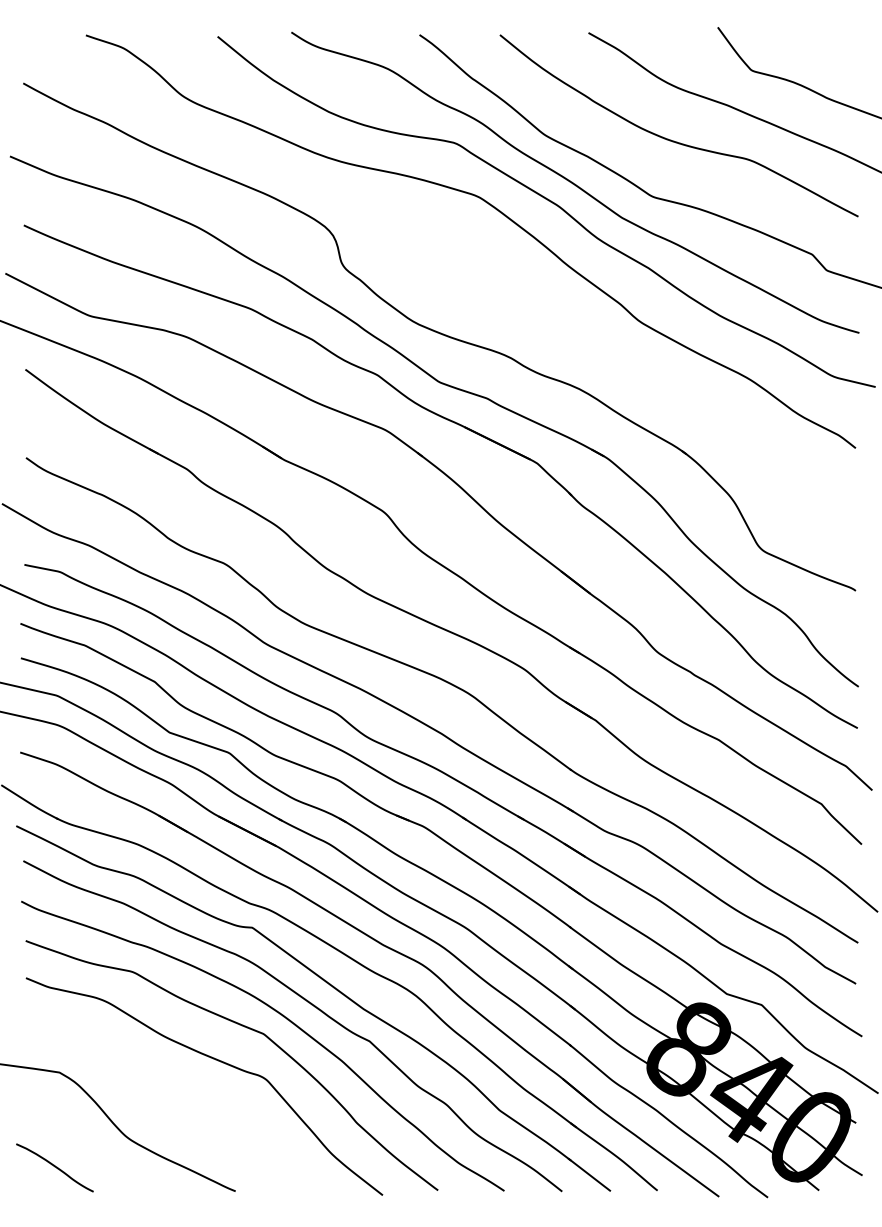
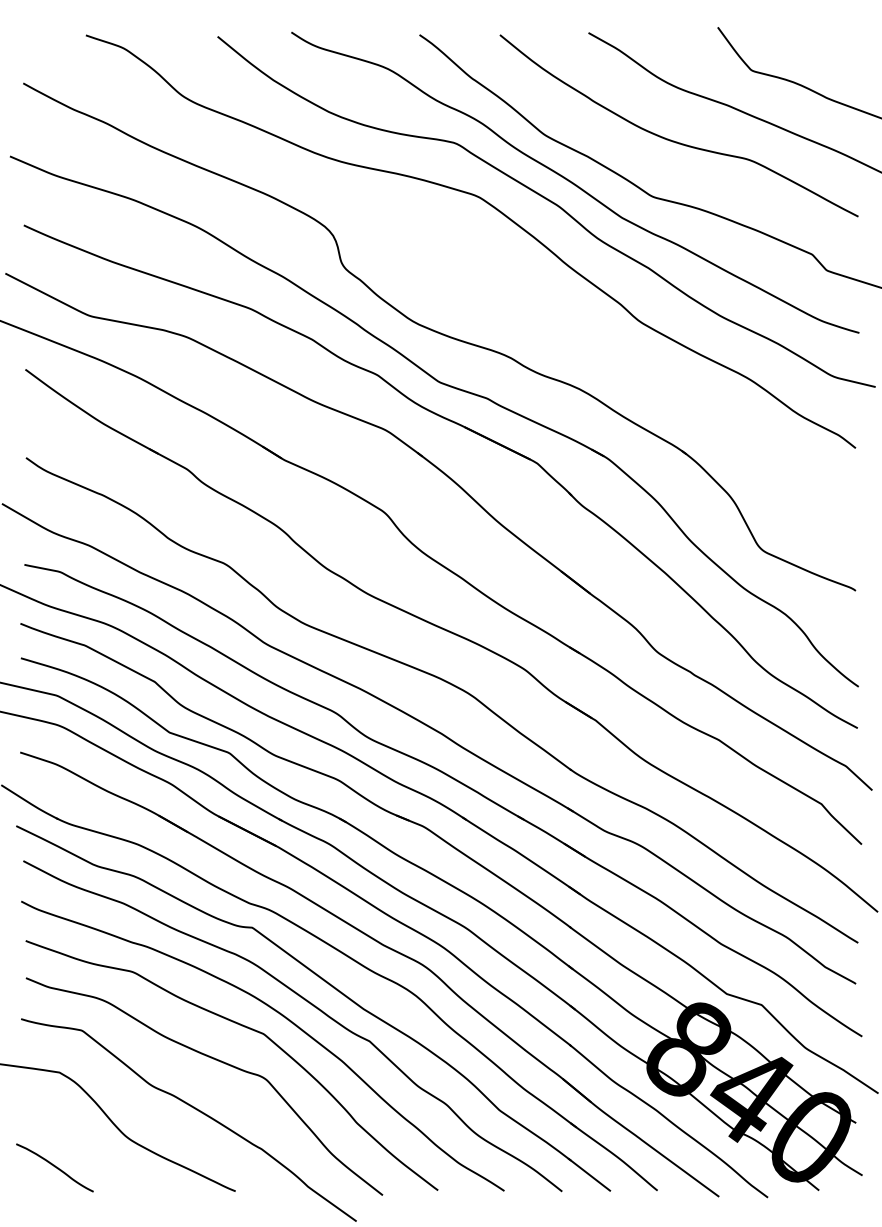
curve at (196, 1110): none -> present
